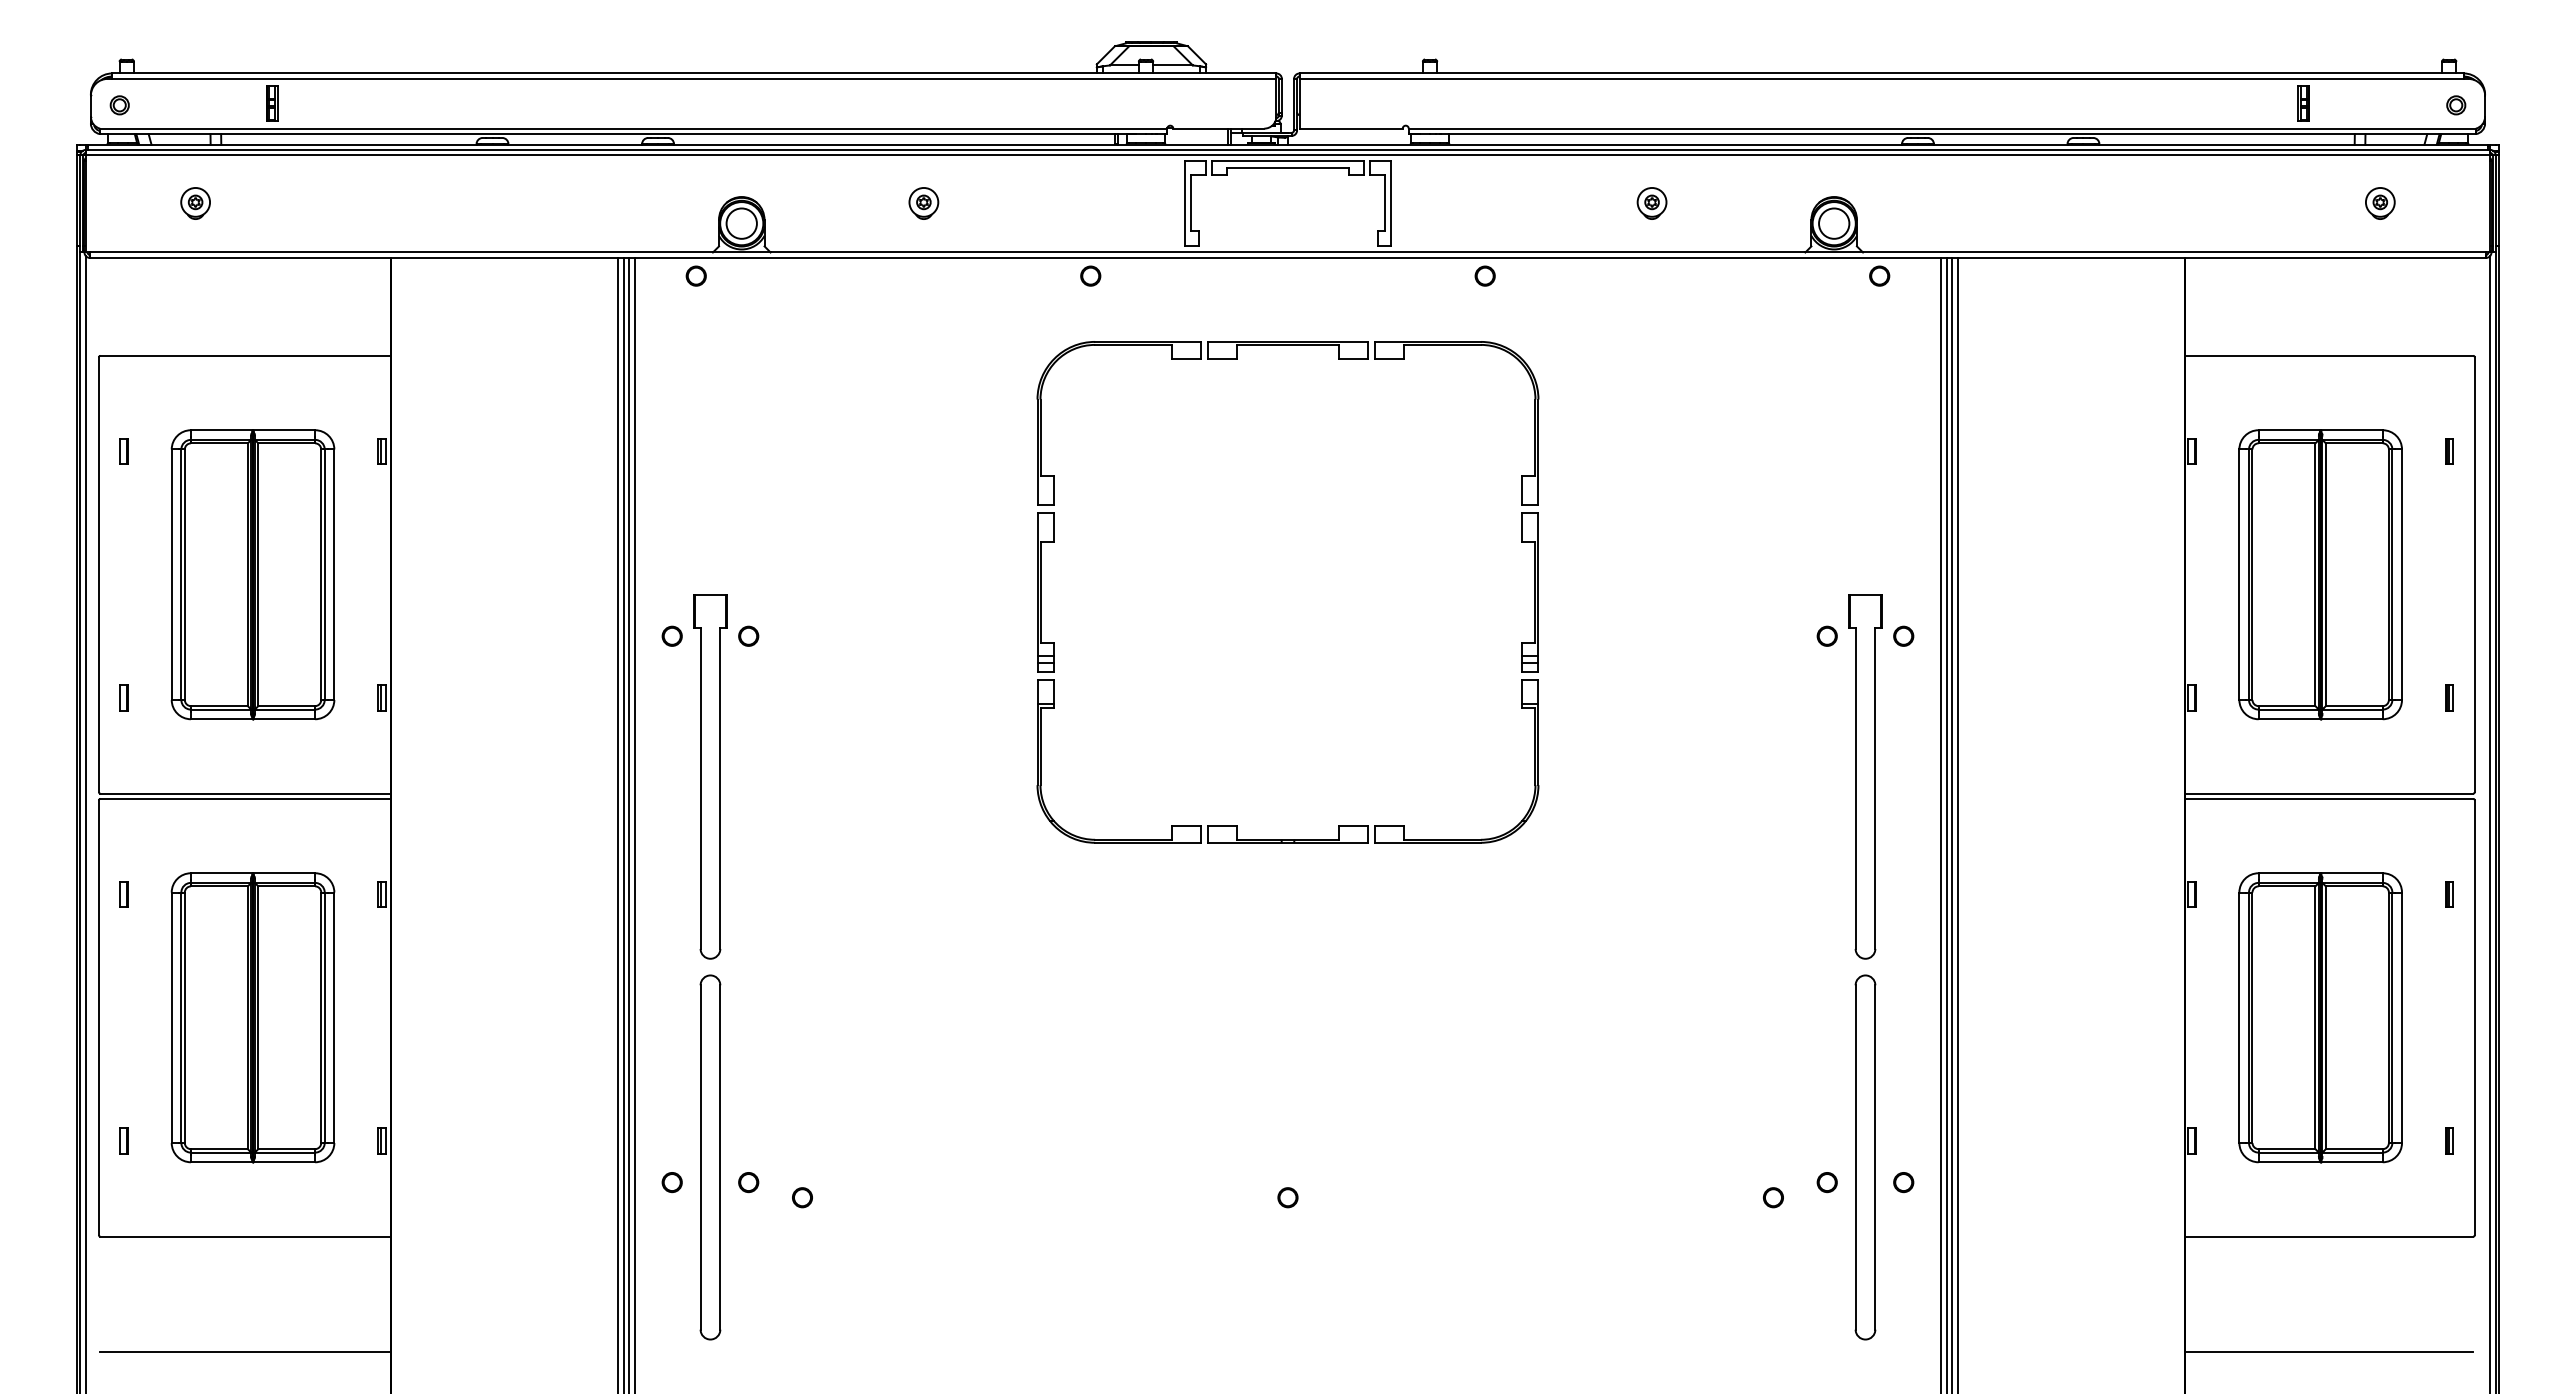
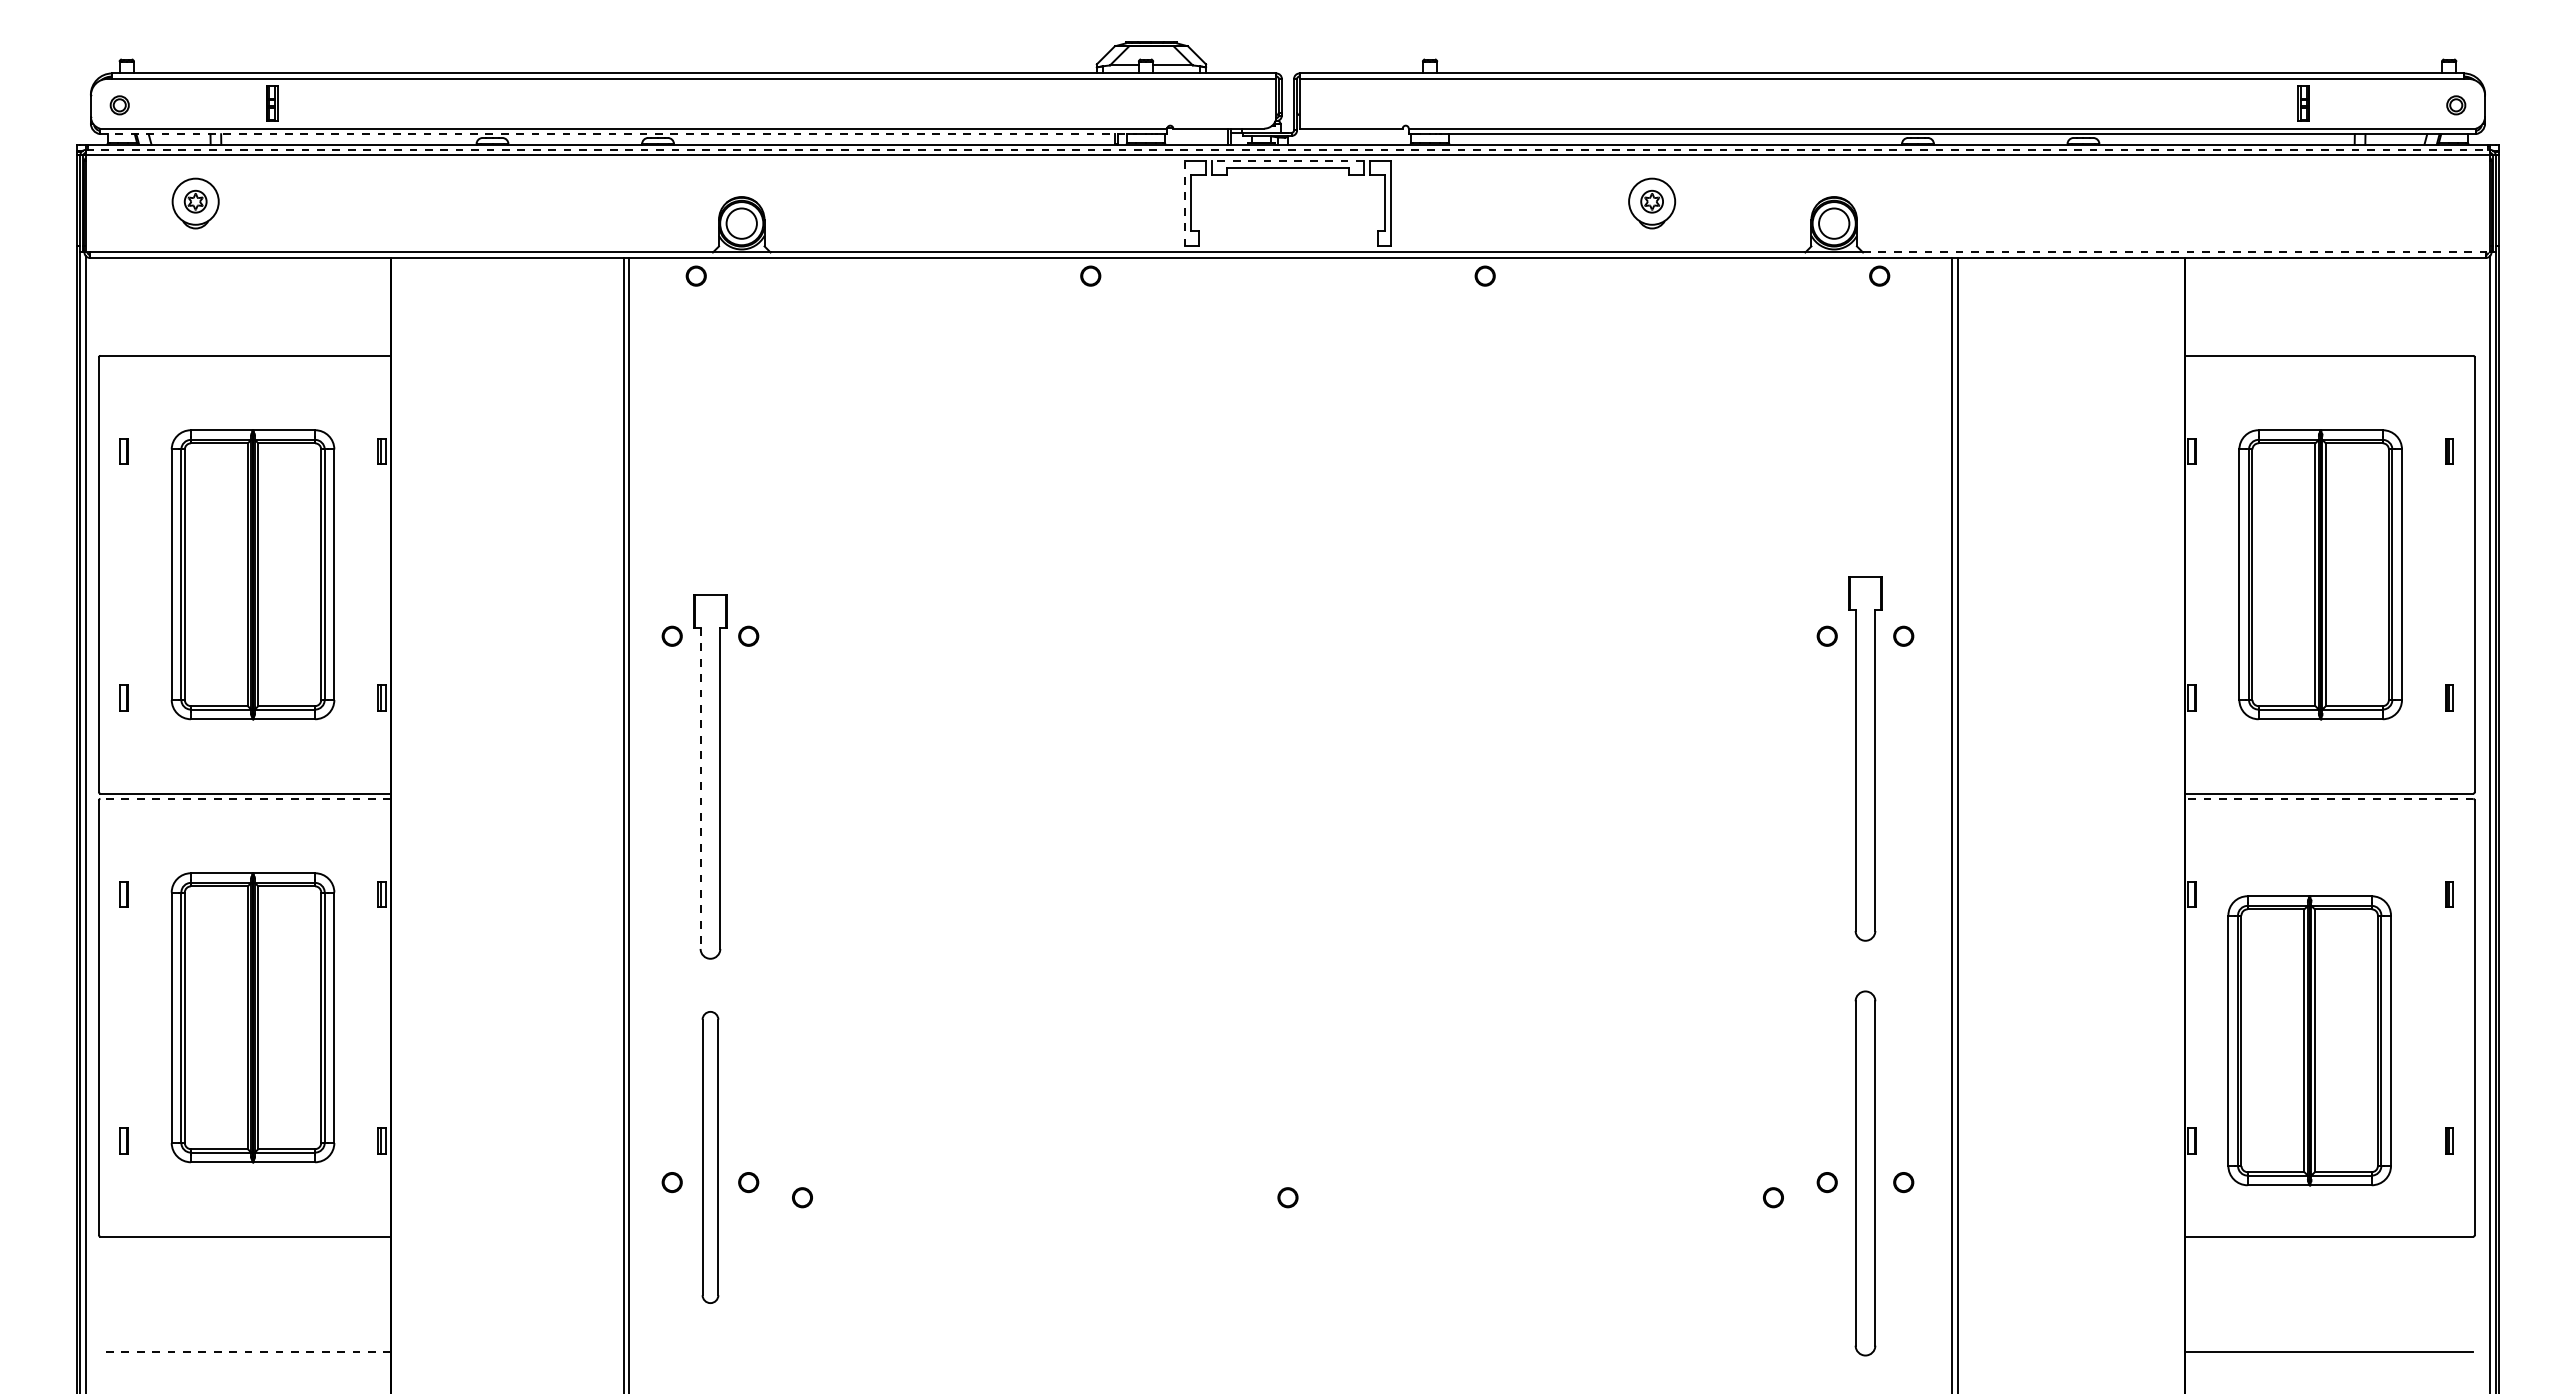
line at (618, 134): solid -> dashed
line at (1288, 149): solid -> dashed
line at (1287, 161): solid -> dashed
part at (195, 203) size: 31x33 px -> 49x53 px
part at (923, 203): present -> none
line at (1184, 203): solid -> dashed
part at (1651, 203) size: 32x33 px -> 49x53 px
part at (2380, 203): present -> none
line at (2176, 252): solid -> dashed
part at (1237, 359): present -> none
part at (1865, 776) position: (1865, 776) -> (1865, 758)
line at (700, 788): solid -> dashed
line at (245, 798): solid -> dashed
line at (2328, 798): solid -> dashed
line at (617, 823): present -> none
line at (634, 823): present -> none
line at (1941, 823): present -> none
line at (1946, 823): present -> none
part at (2320, 1017) position: (2320, 1017) -> (2309, 1040)
part at (710, 1157) size: 23x367 px -> 19x293 px
part at (1865, 1157) position: (1865, 1157) -> (1865, 1173)
line at (245, 1352): solid -> dashed
